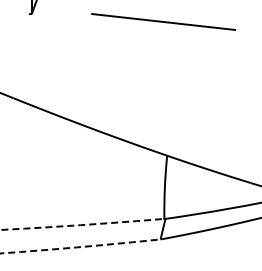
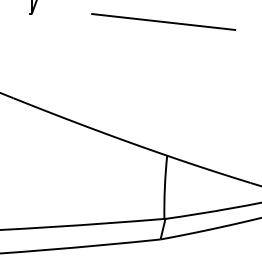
arc at (82, 224): dashed -> solid
arc at (81, 246): dashed -> solid
